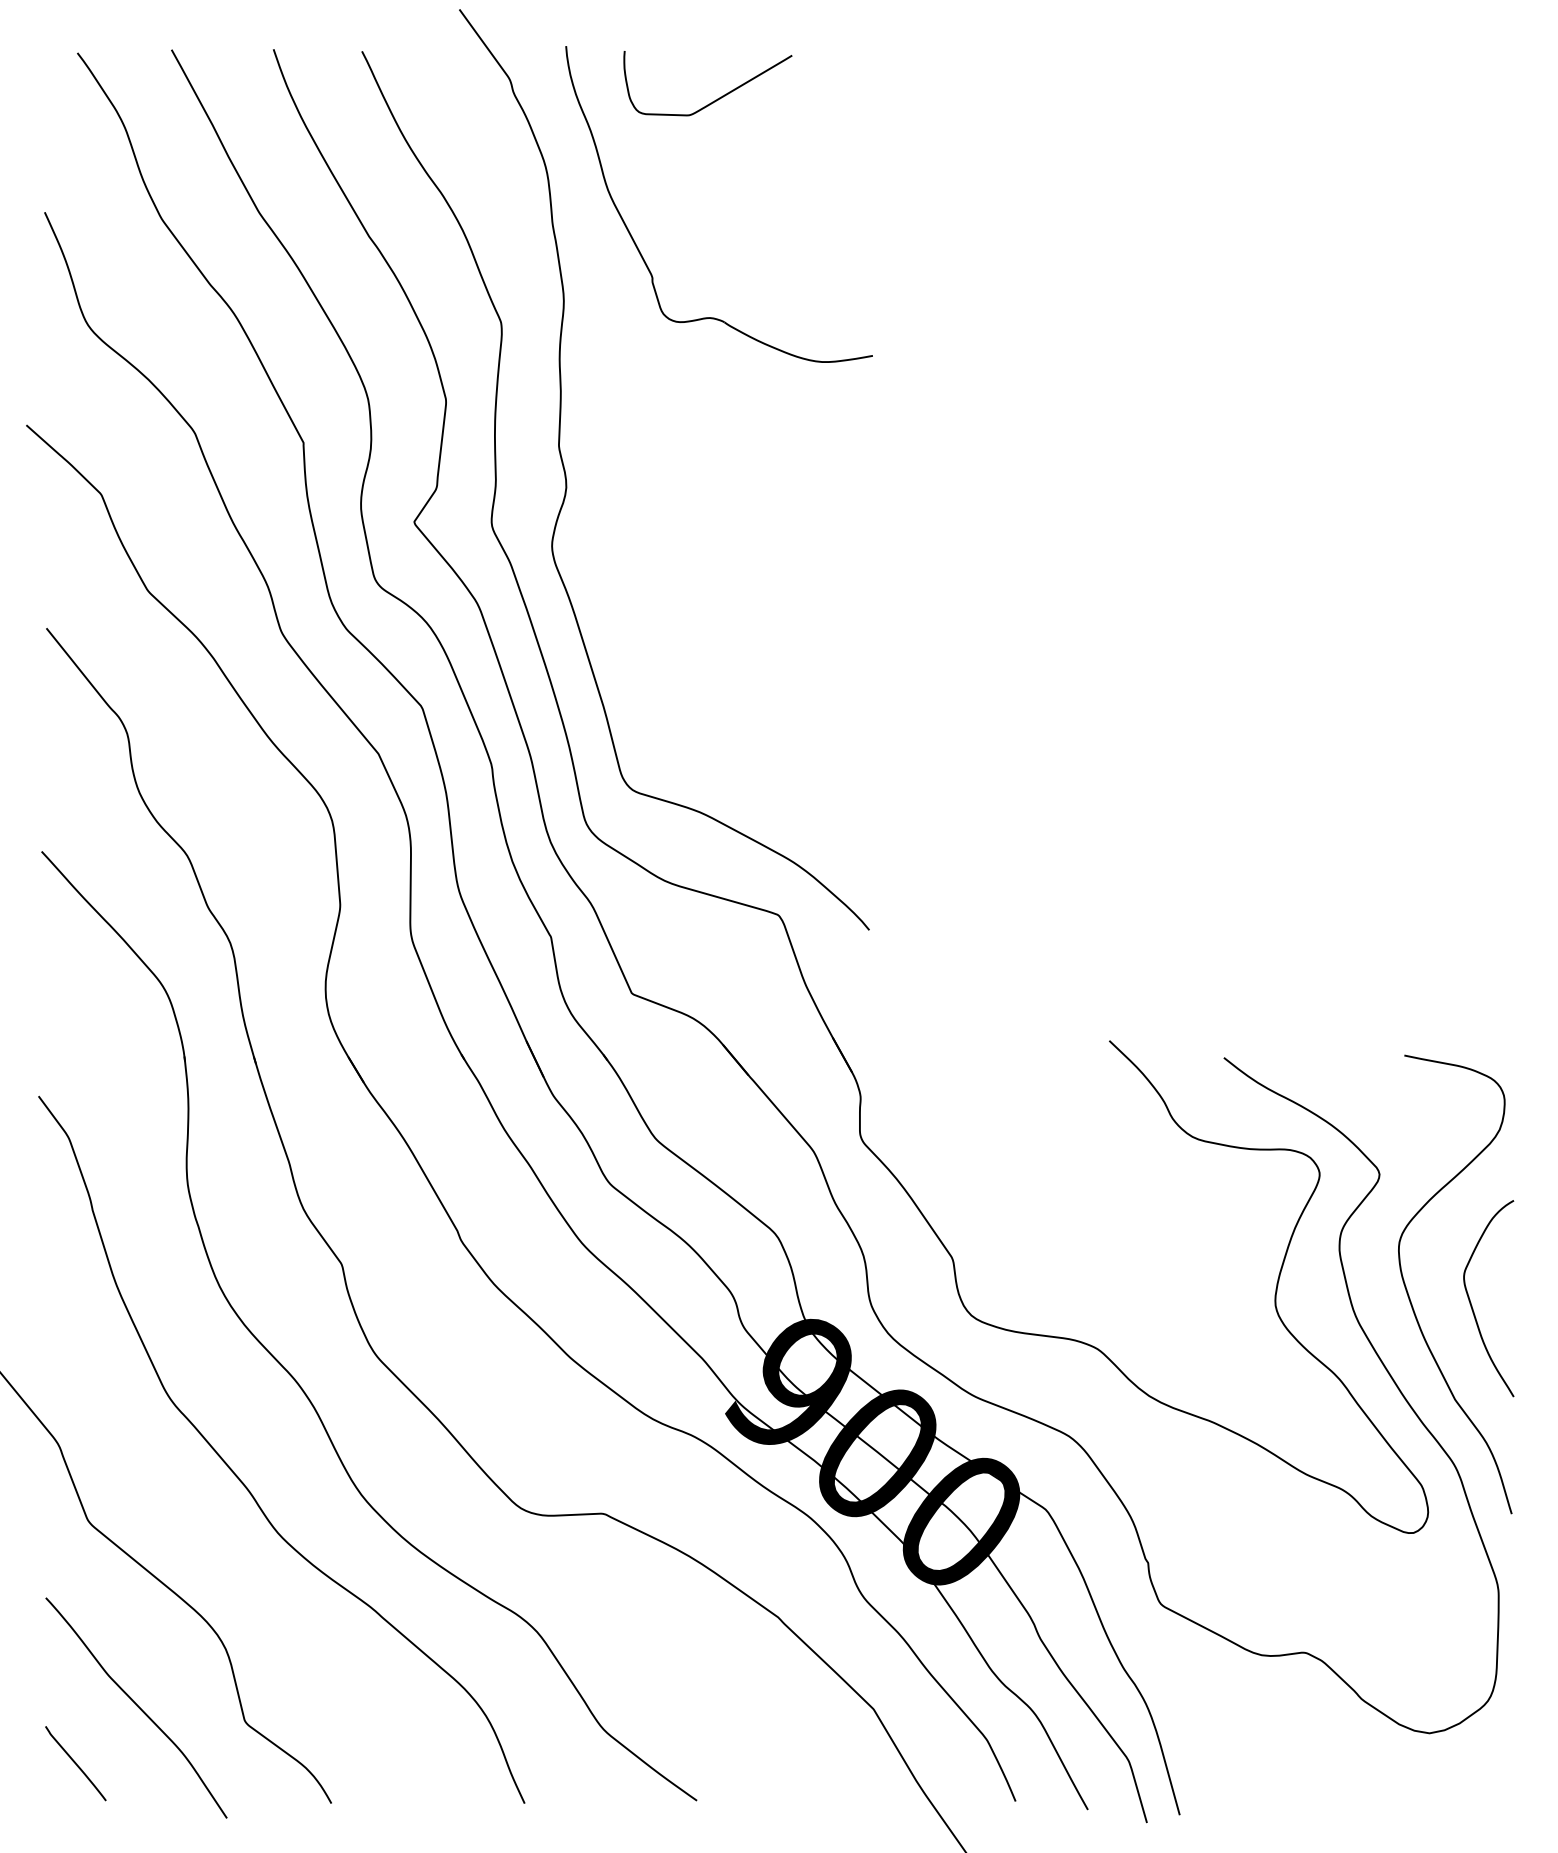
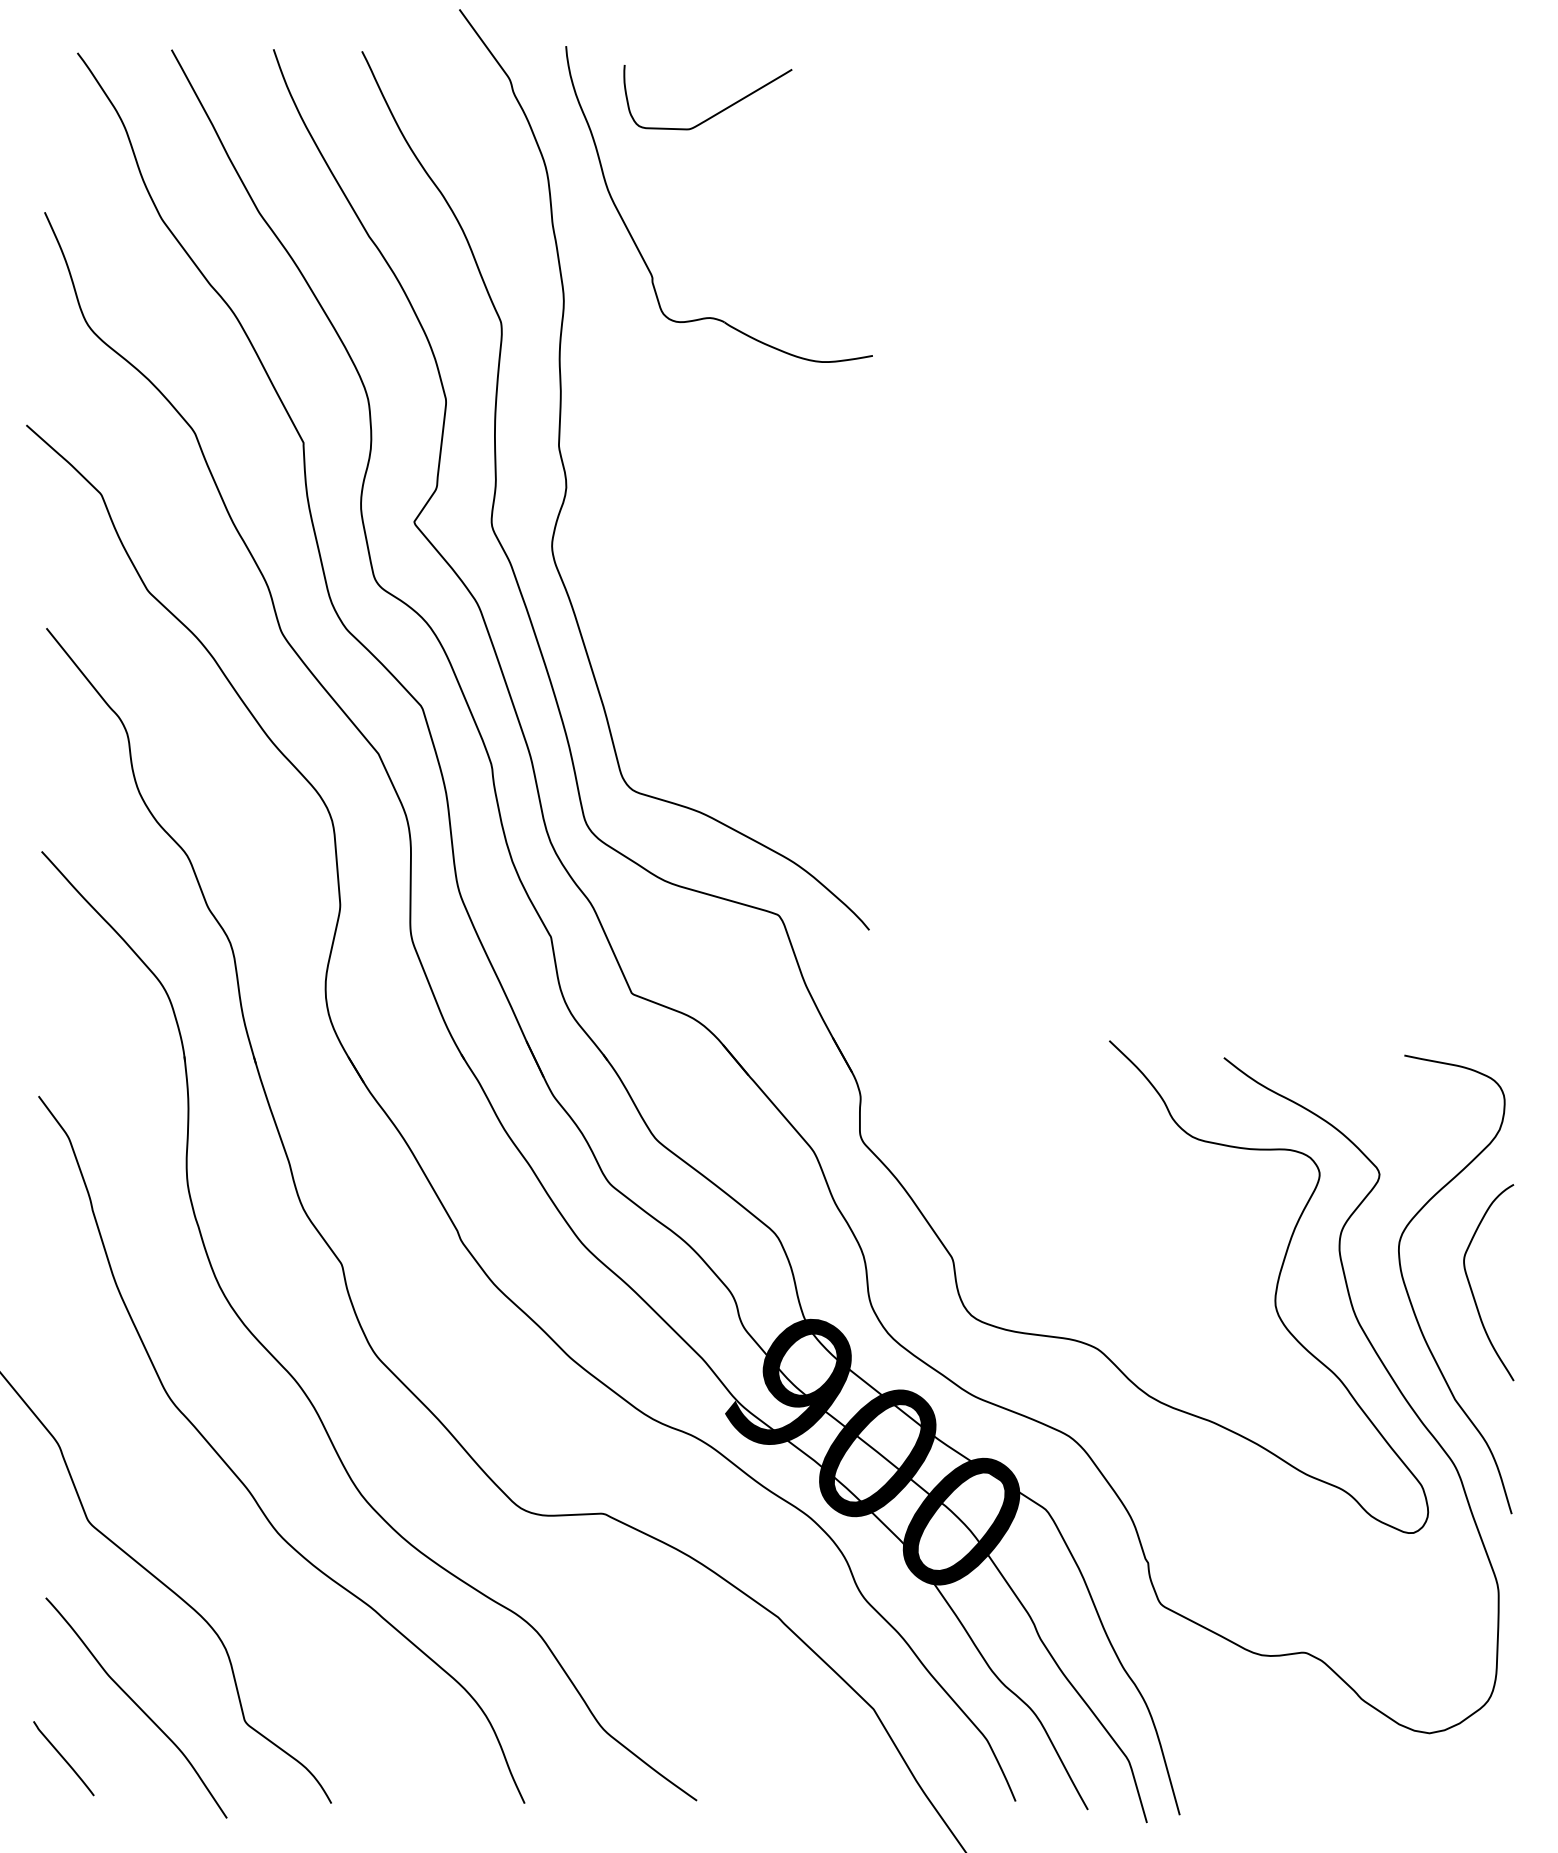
curve at (715, 99) position: (715, 99) -> (715, 113)
curve at (1471, 1302) position: (1471, 1302) -> (1471, 1286)
line at (75, 1763) position: (75, 1763) -> (63, 1758)
